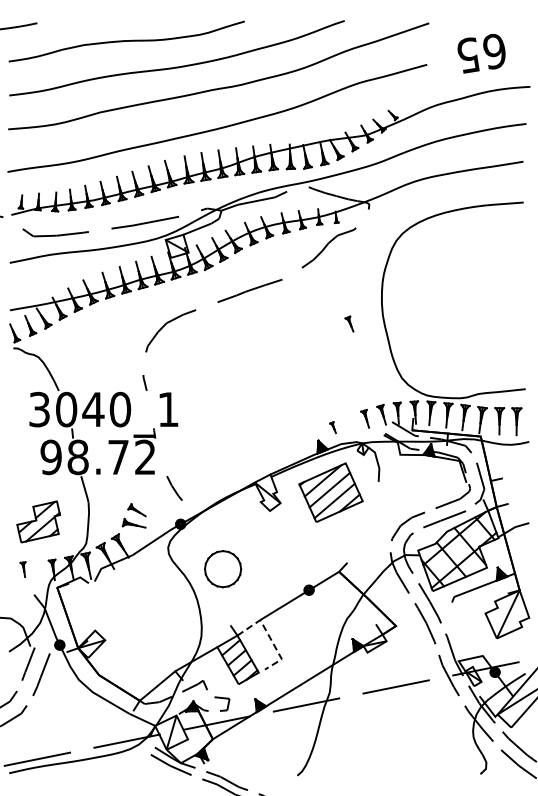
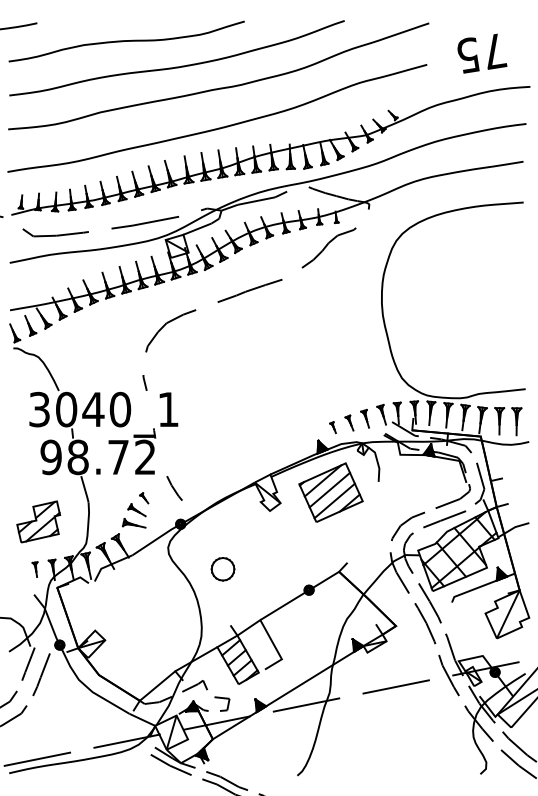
text at (495, 51): 65 -> 75
part at (349, 323) position: (349, 323) -> (349, 422)
part at (144, 498): none -> present
part at (22, 569) position: (22, 569) -> (34, 569)
part at (223, 569) size: 39x39 px -> 26x25 px
line at (269, 636): dashed -> solid
